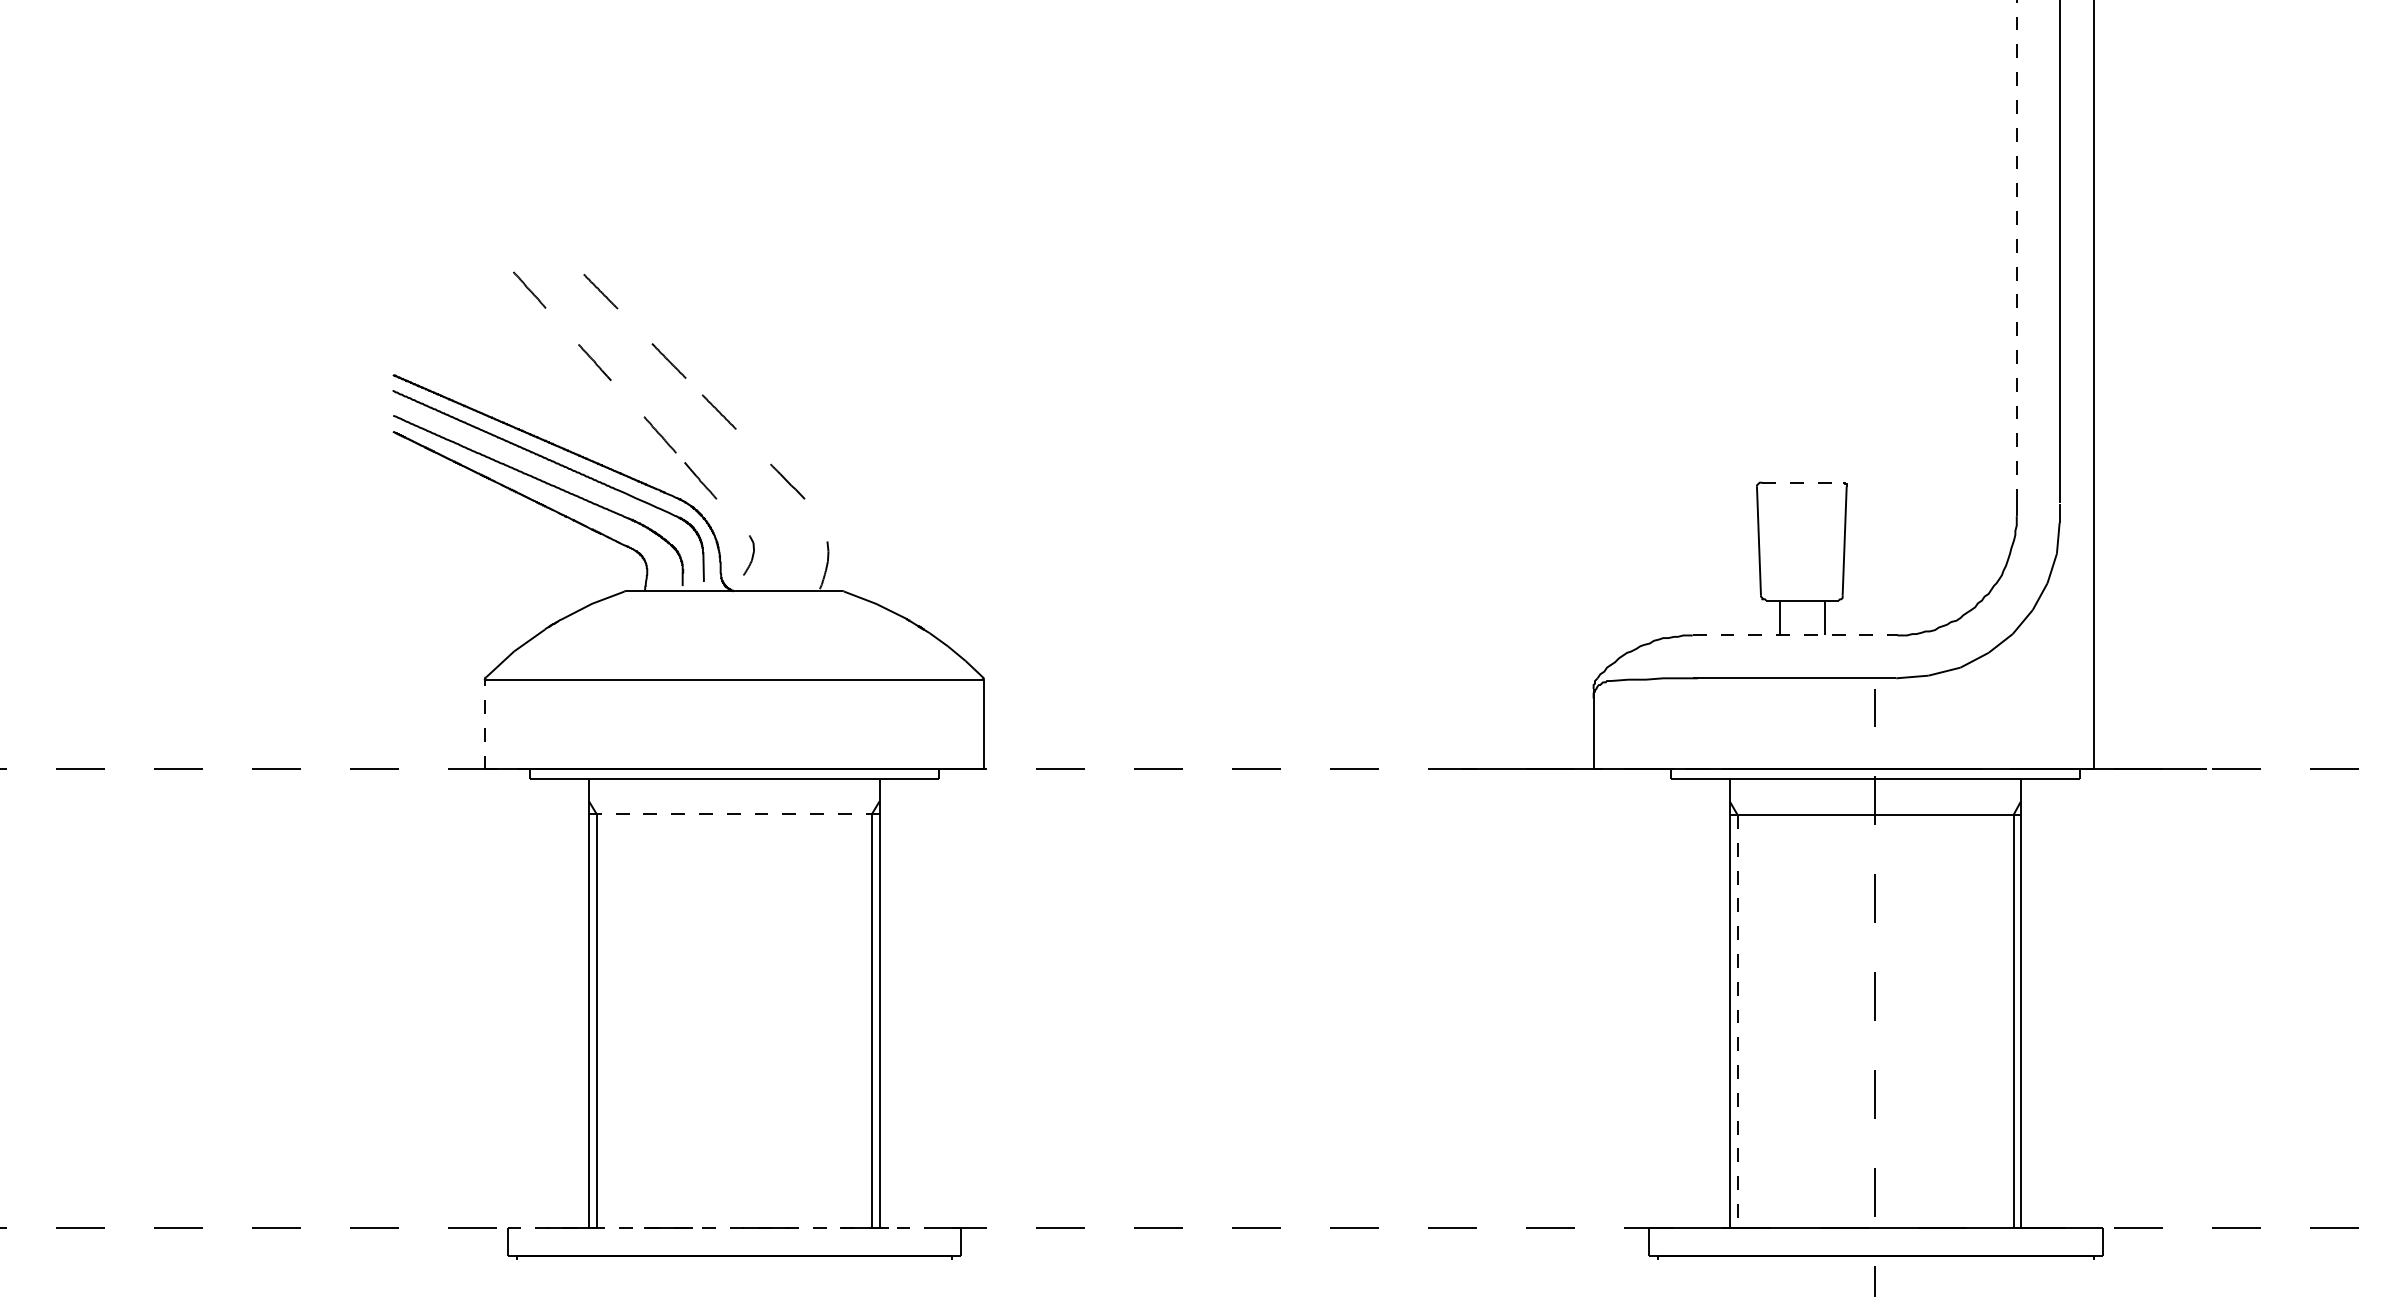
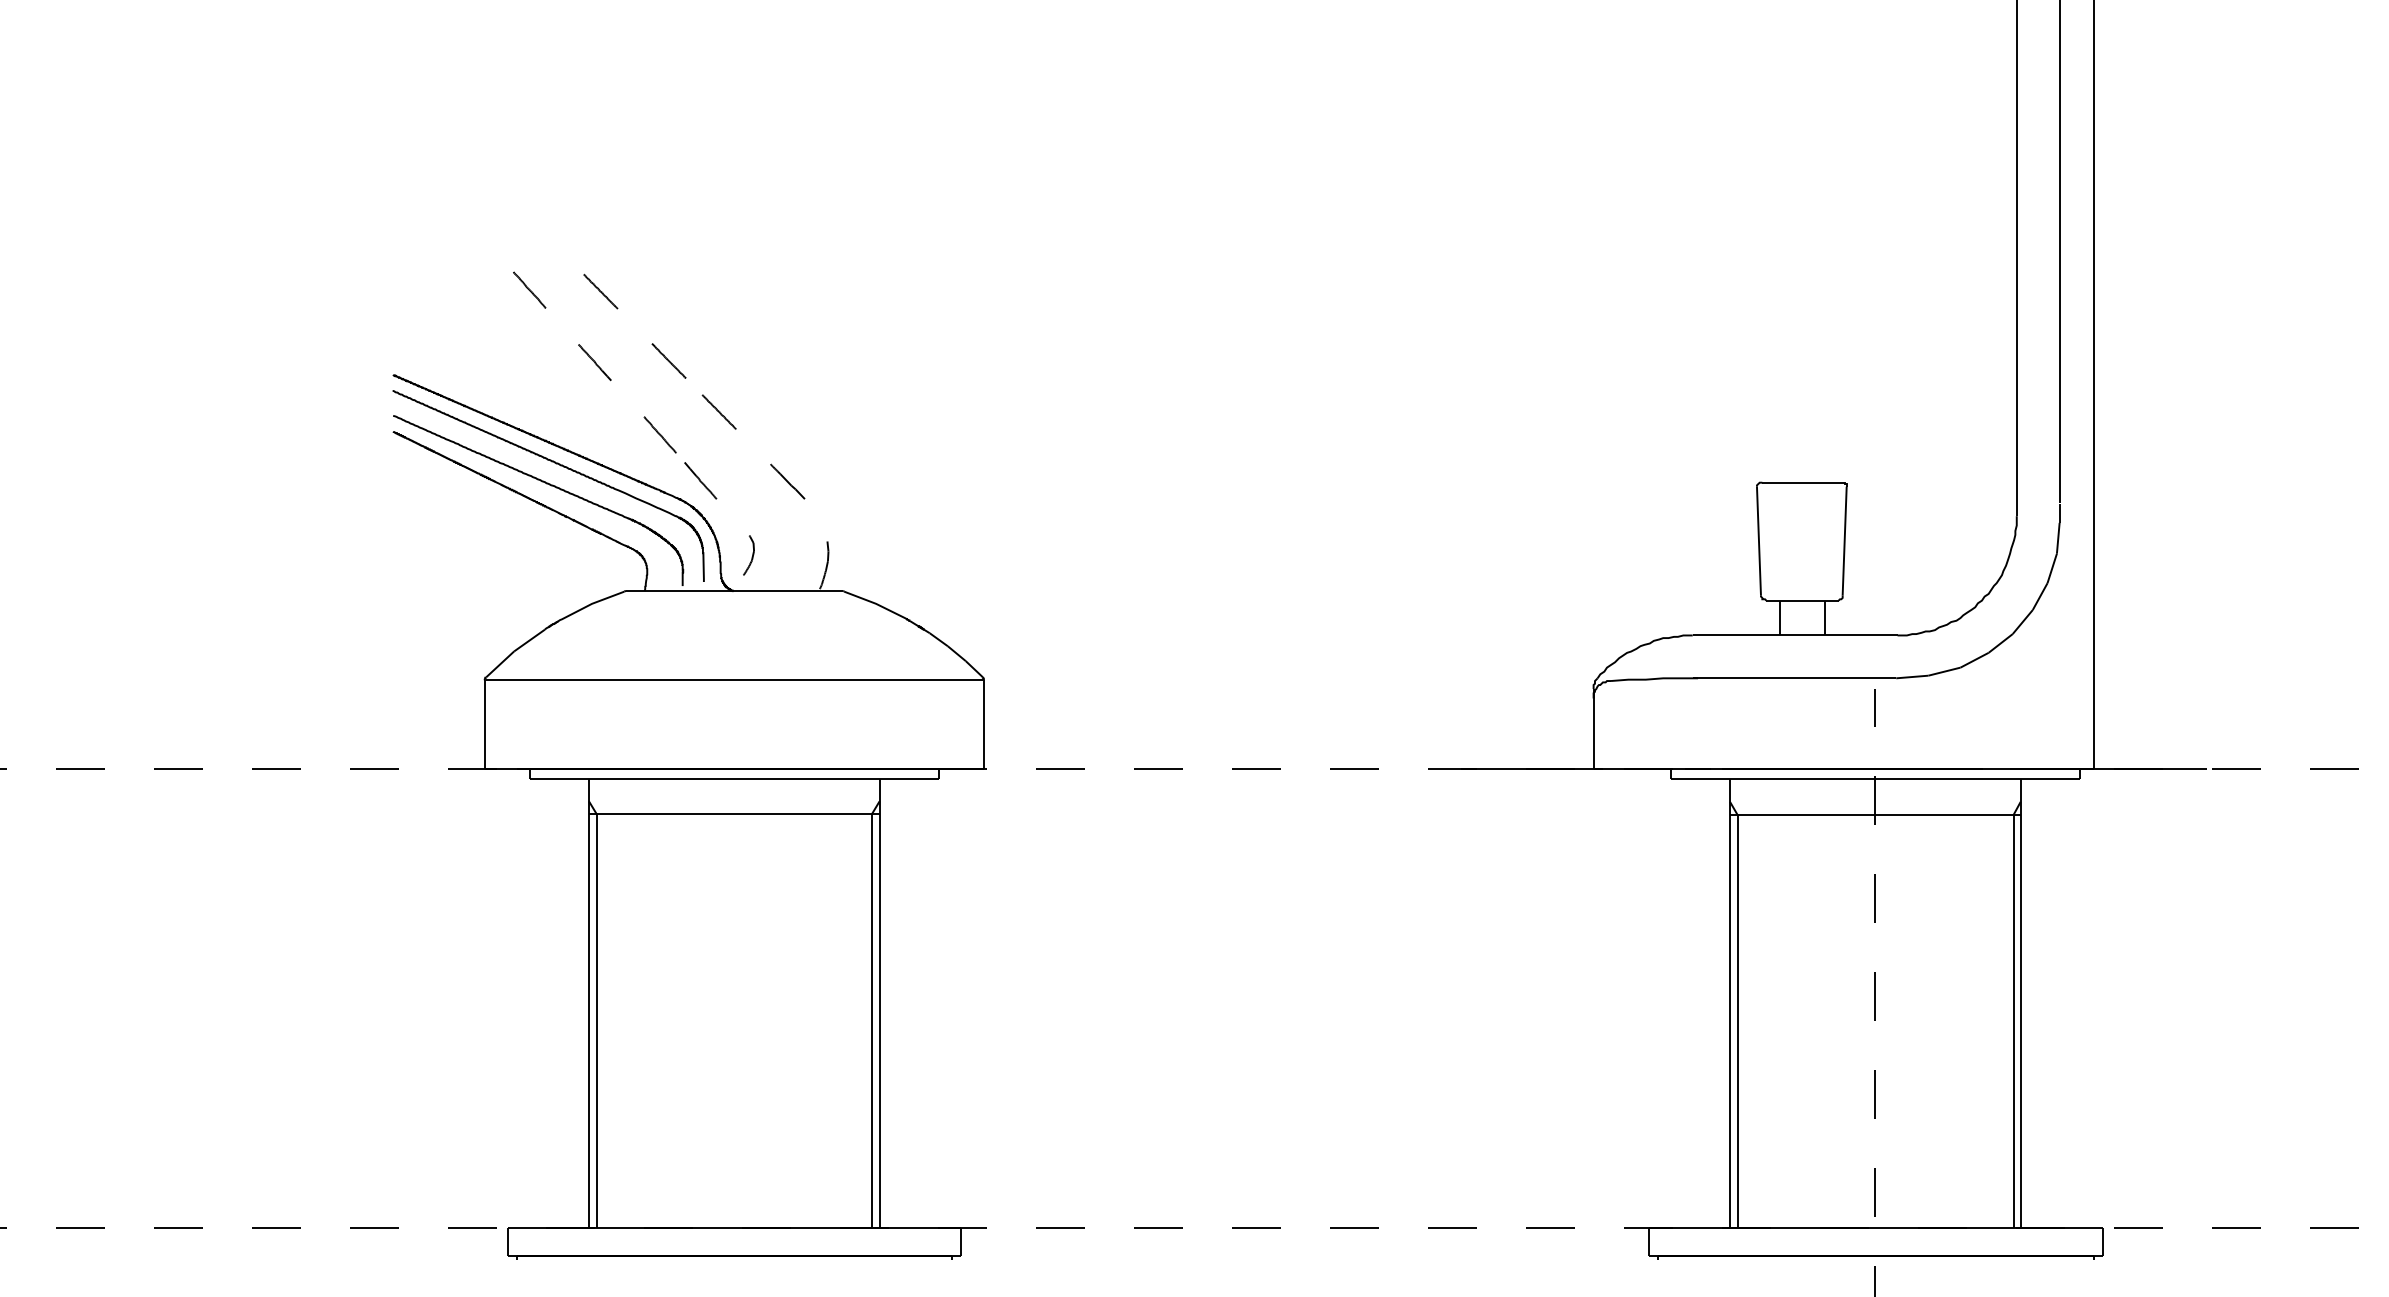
line at (2016, 251): dashed -> solid
line at (1803, 482): dashed -> solid
line at (1795, 635): dashed -> solid
line at (484, 724): dashed -> solid
line at (733, 814): dashed -> solid
line at (1737, 1021): dashed -> solid
line at (734, 1228): dashed -> solid
